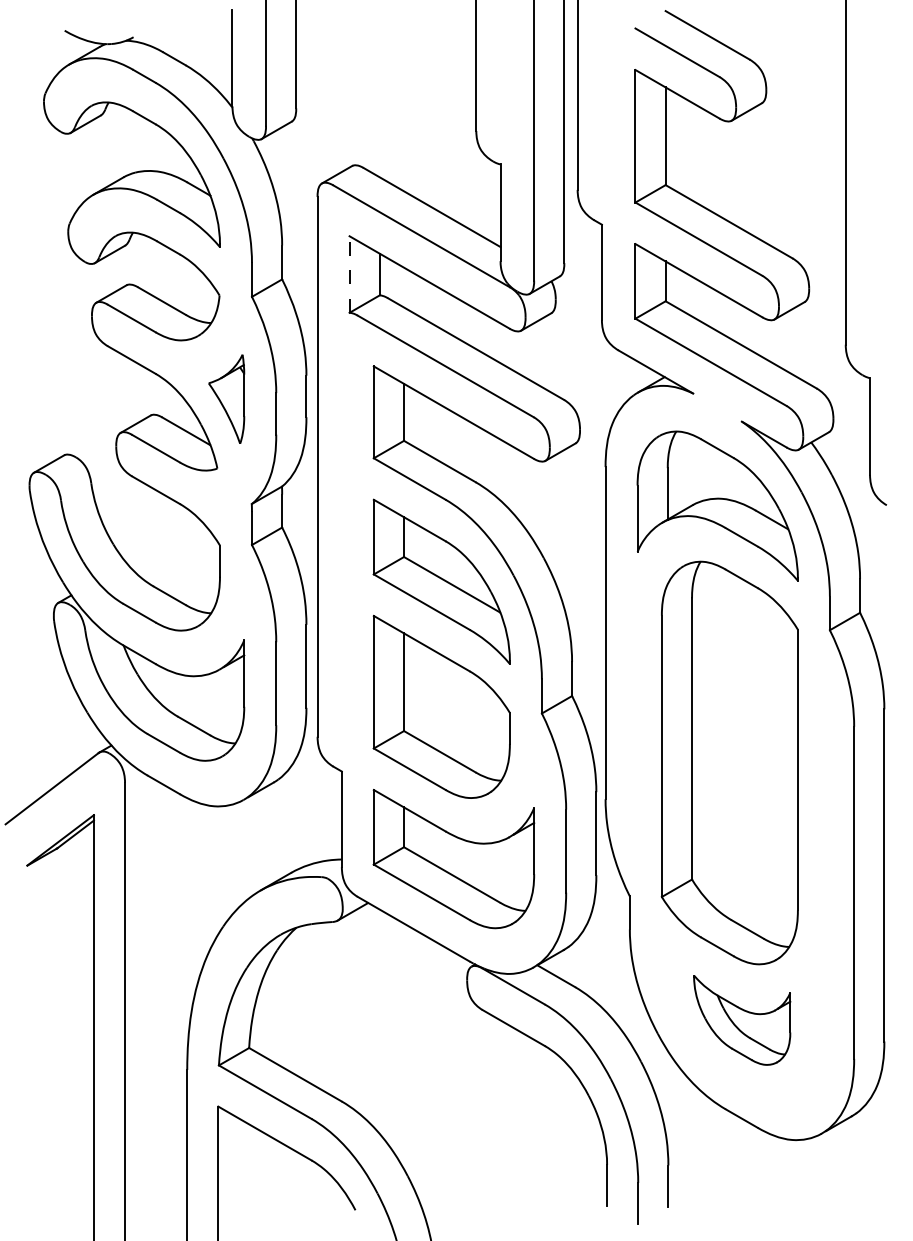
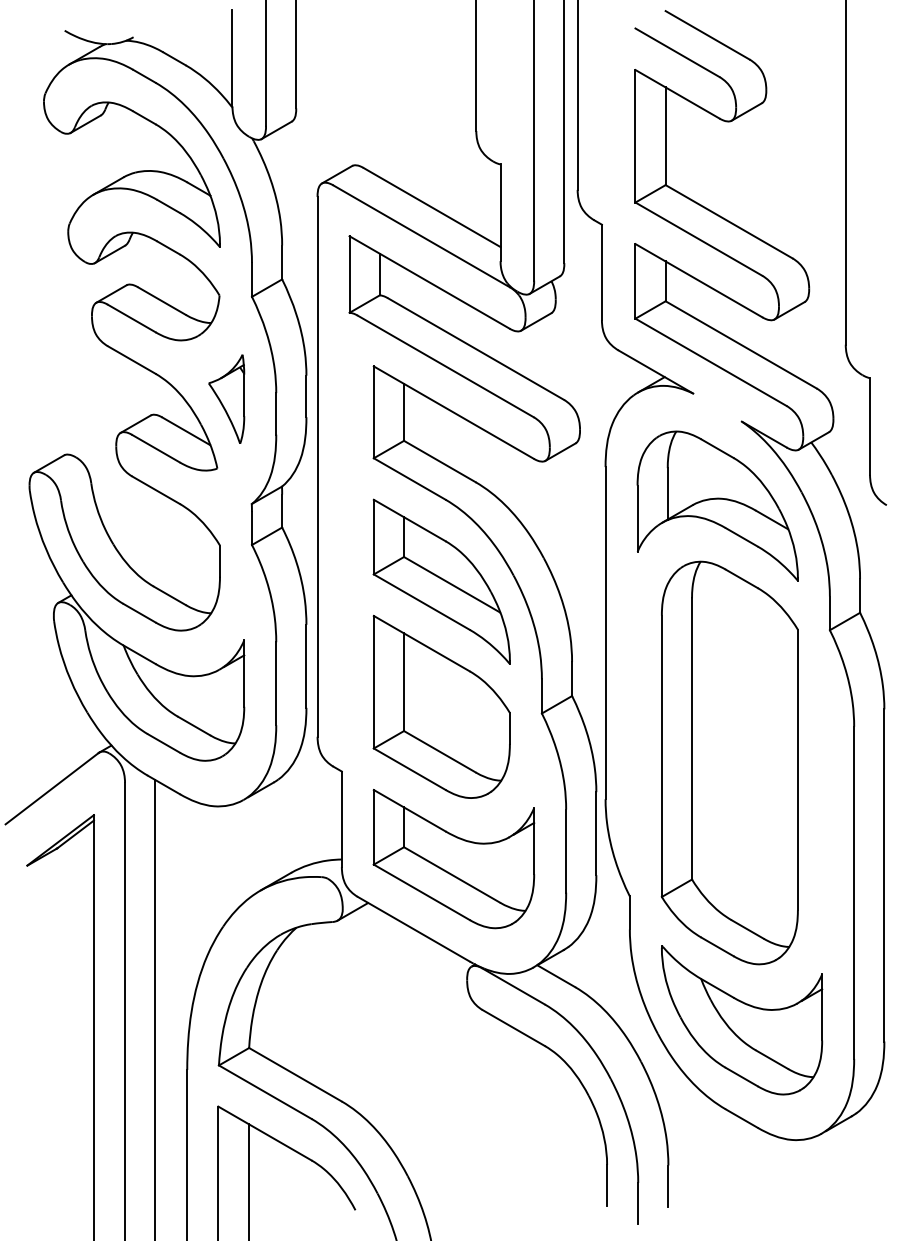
line at (349, 274): dashed -> solid
line at (155, 1008): none -> present
part at (742, 1020) size: 99x91 px -> 163x151 px
line at (248, 1180): none -> present
